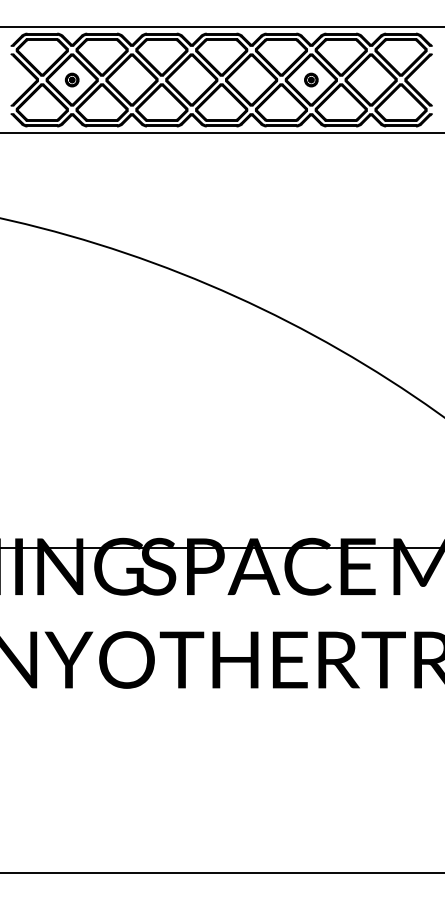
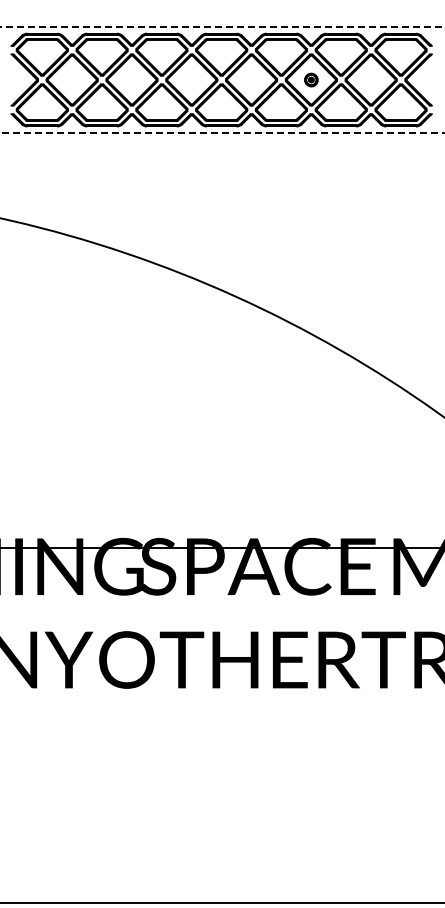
line at (221, 27): solid -> dashed
part at (71, 79): present -> none
line at (222, 132): solid -> dashed
line at (221, 872) position: (221, 872) -> (221, 902)
